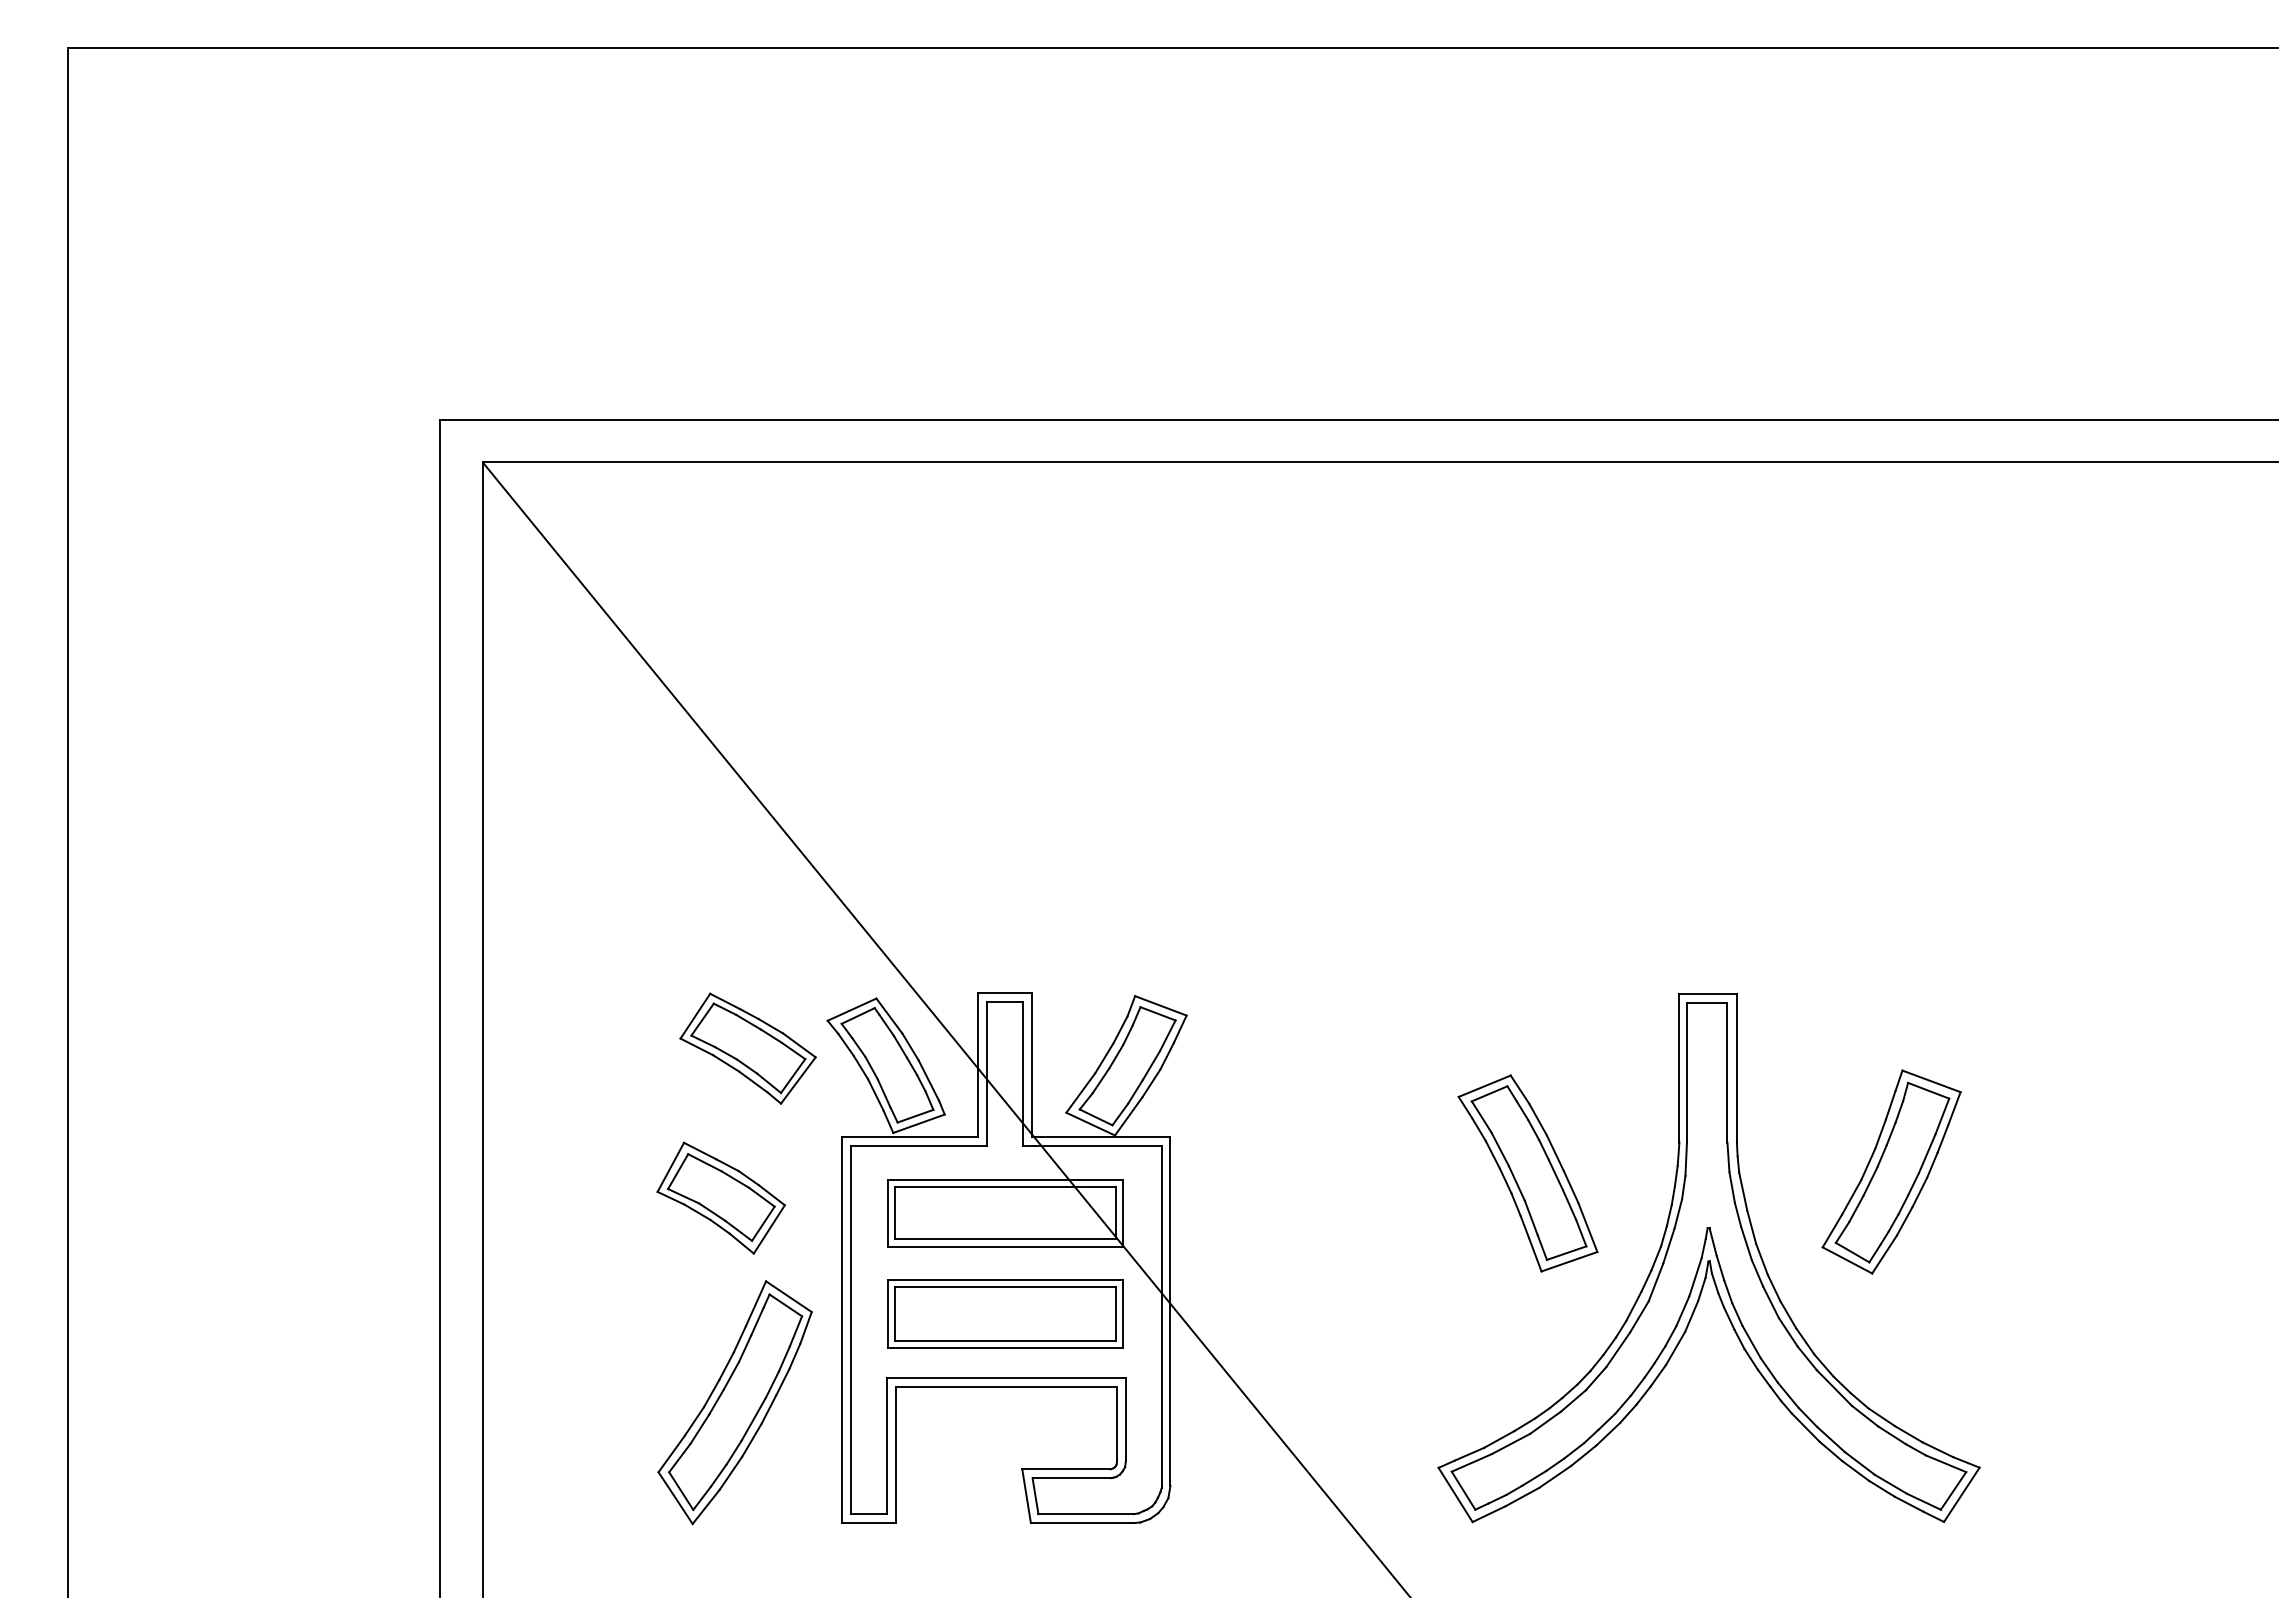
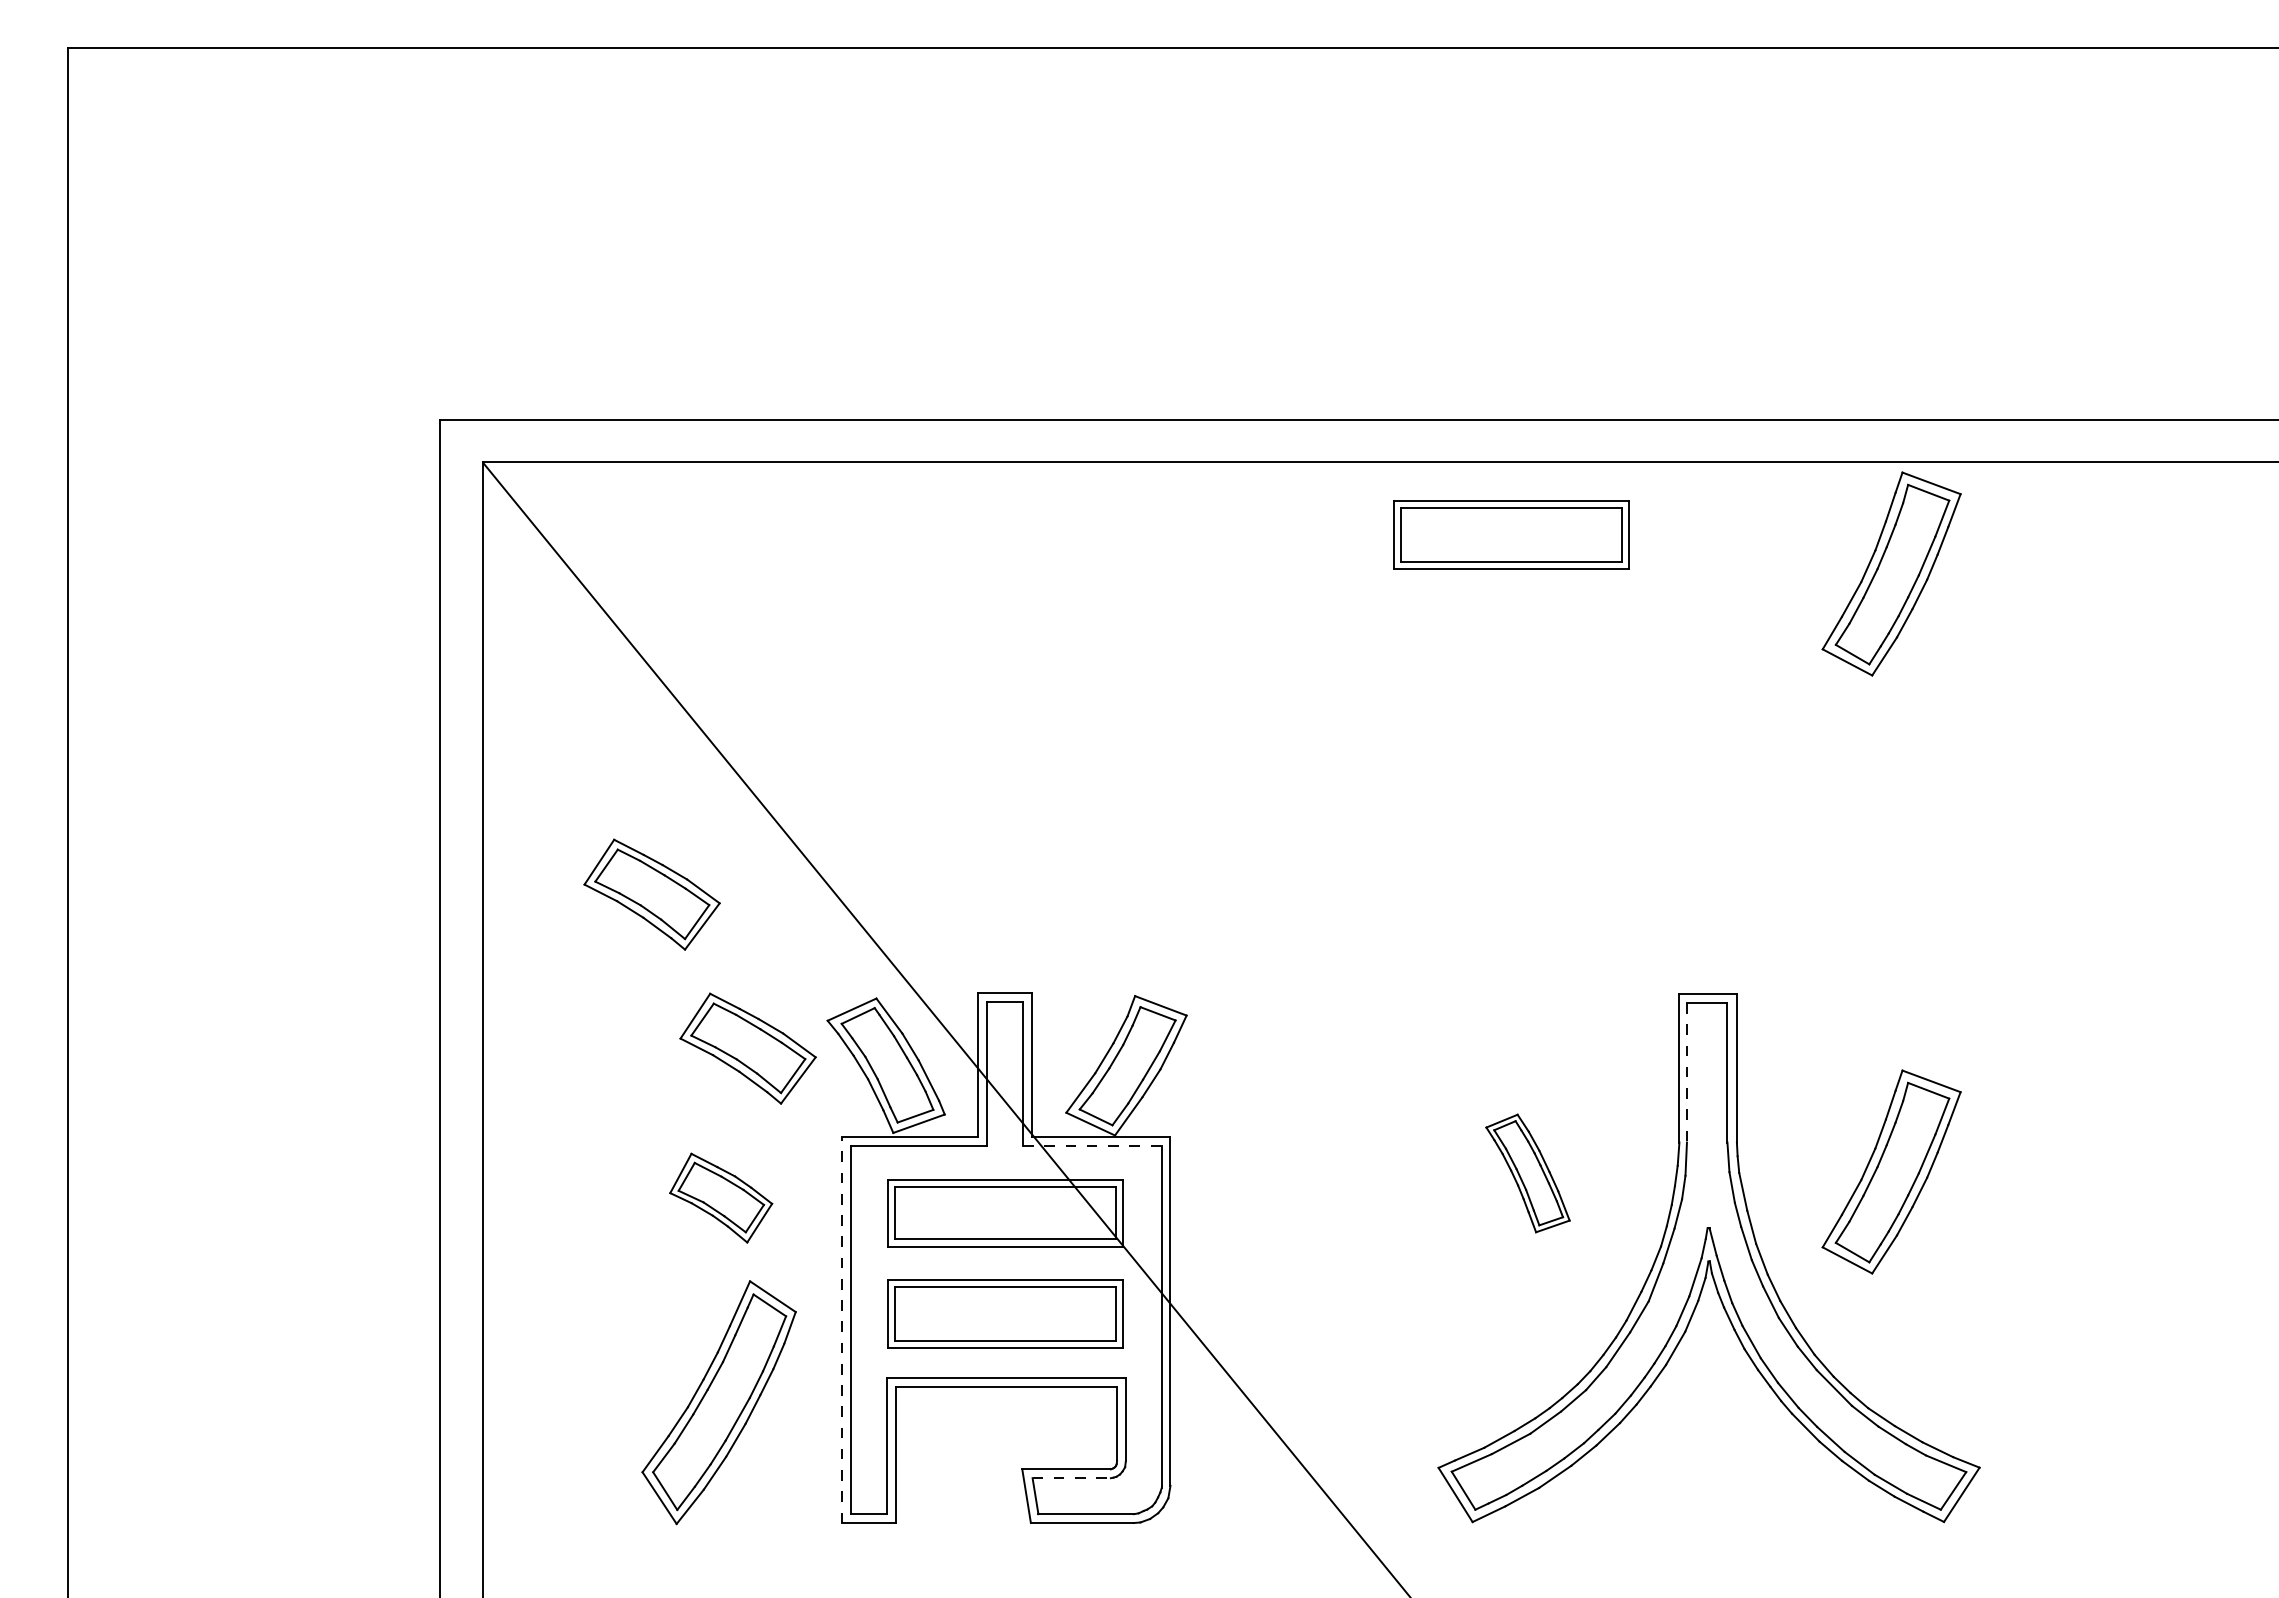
part at (1511, 534): none -> present
part at (1891, 573): none -> present
part at (651, 894): none -> present
line at (1686, 1072): solid -> dashed
line at (1092, 1146): solid -> dashed
part at (1527, 1173) size: 142x199 px -> 86x121 px
part at (720, 1197) size: 130x114 px -> 105x92 px
line at (841, 1329): solid -> dashed
part at (734, 1402) position: (734, 1402) -> (718, 1402)
line at (1072, 1478): solid -> dashed
